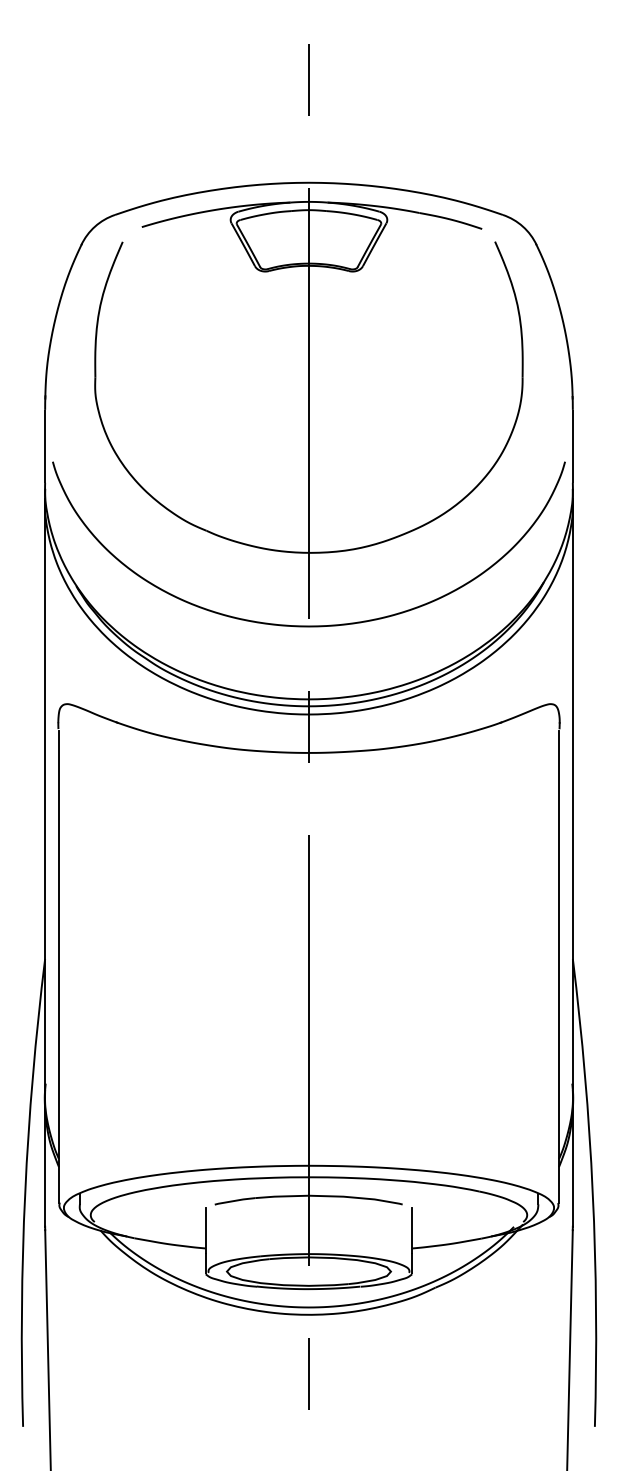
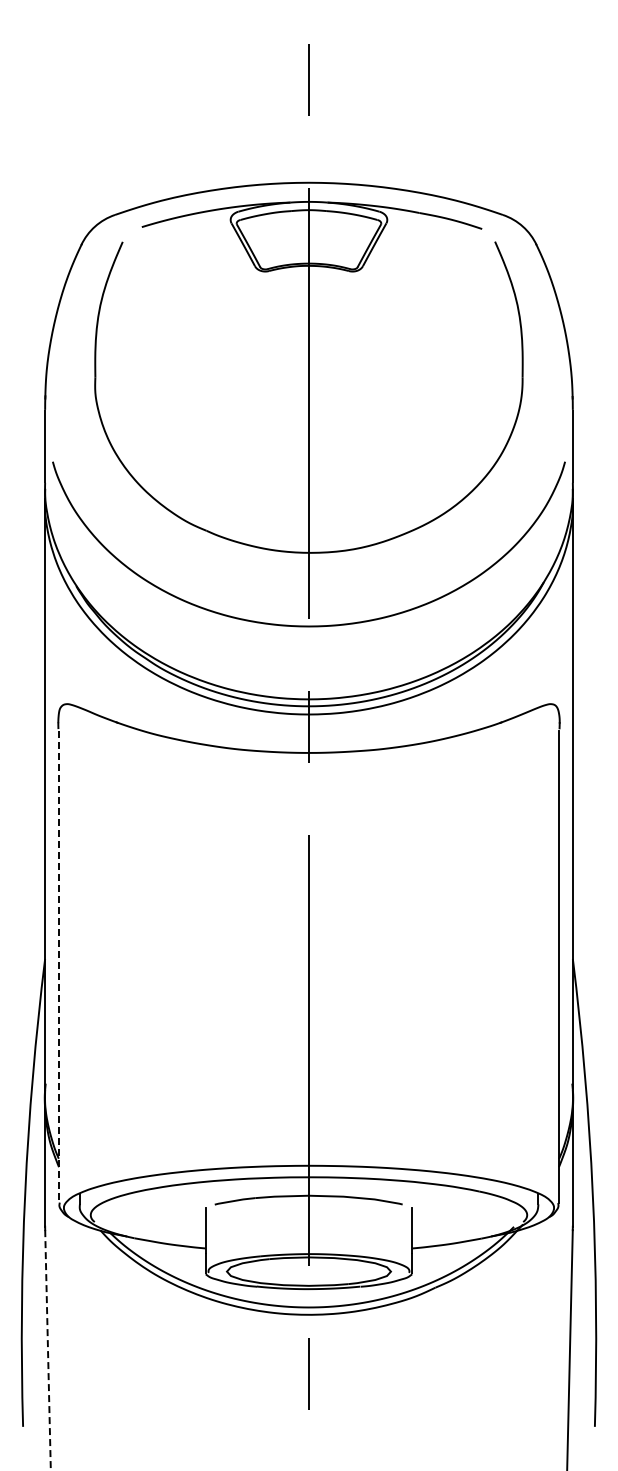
line at (59, 966): solid -> dashed
line at (48, 1351): solid -> dashed
